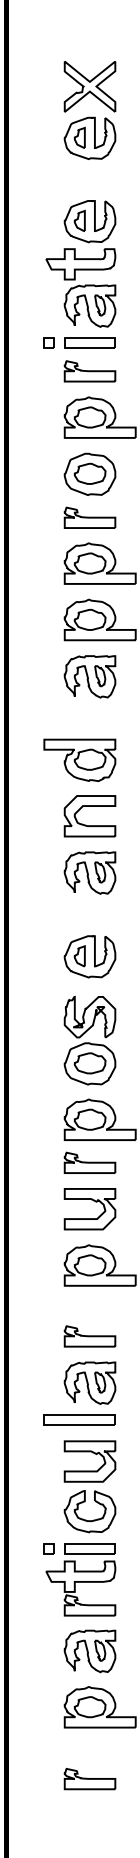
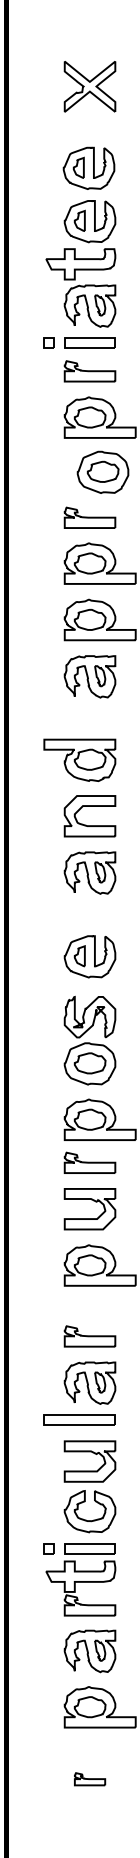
part at (89, 137) position: (89, 137) -> (88, 167)
part at (89, 473) position: (89, 473) -> (102, 471)
part at (89, 1779) size: 54x23 px -> 33x15 px
